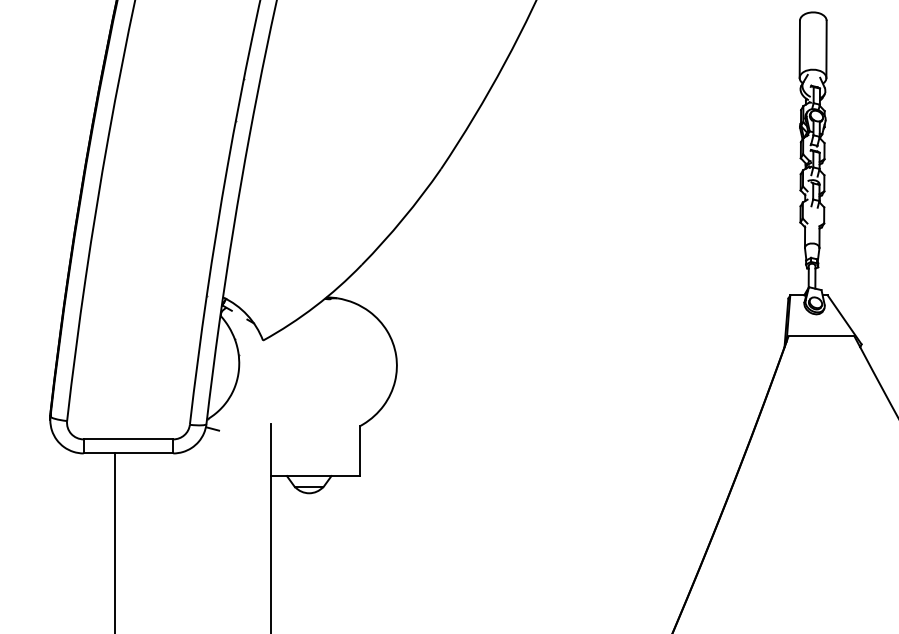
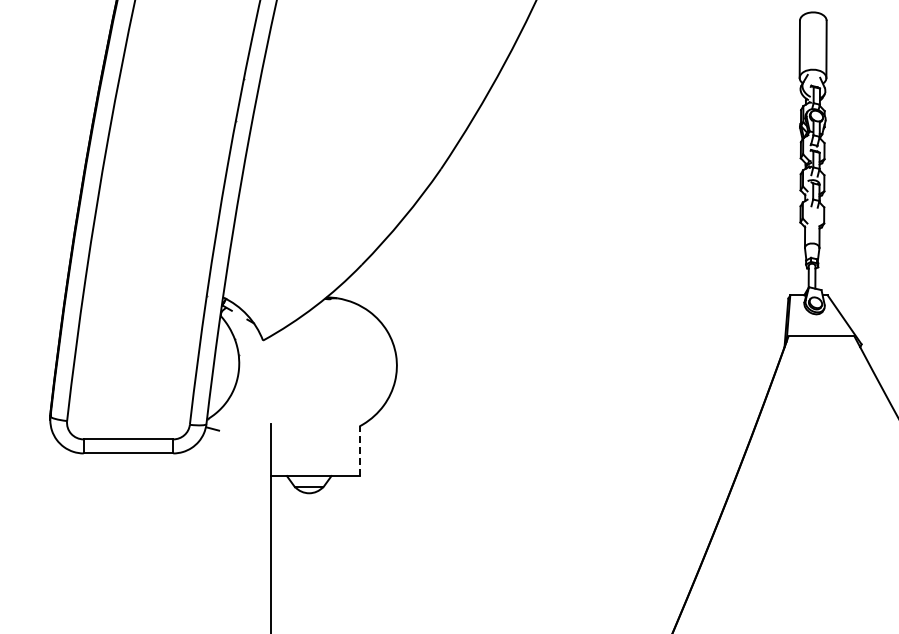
line at (359, 451): solid -> dashed
line at (115, 541): present -> none
